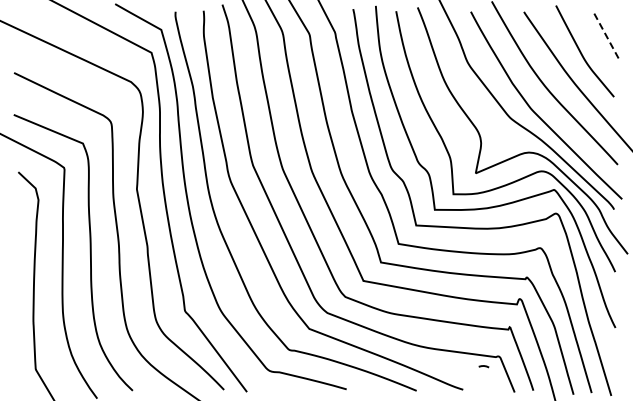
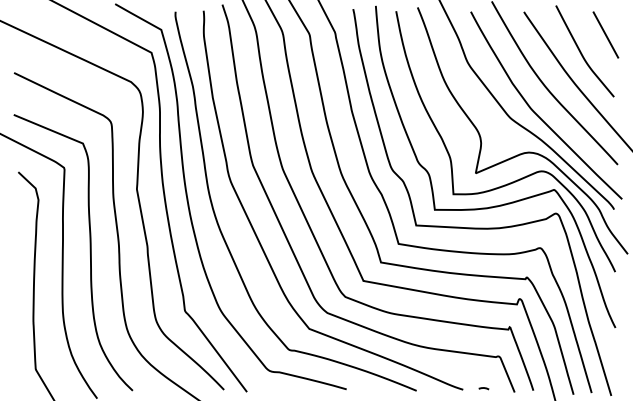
line at (605, 35): dashed -> solid
line at (483, 366) position: (483, 366) -> (483, 388)
